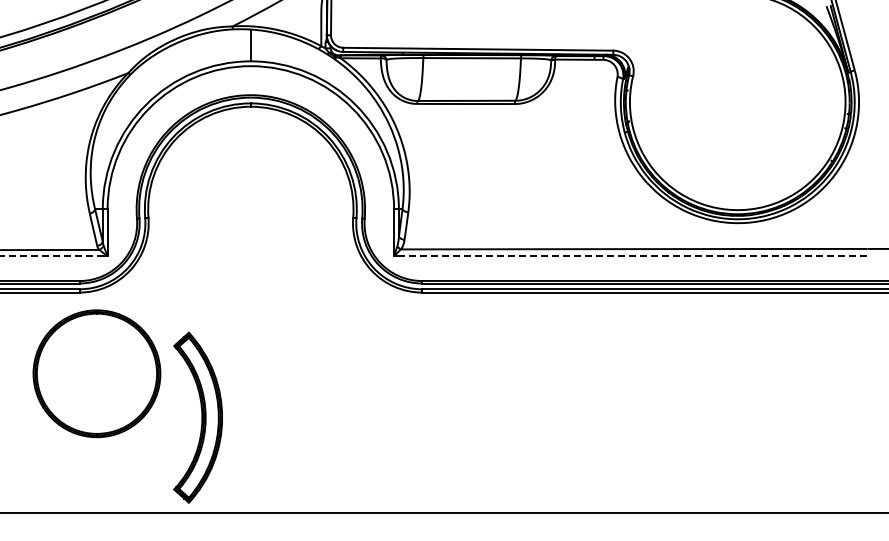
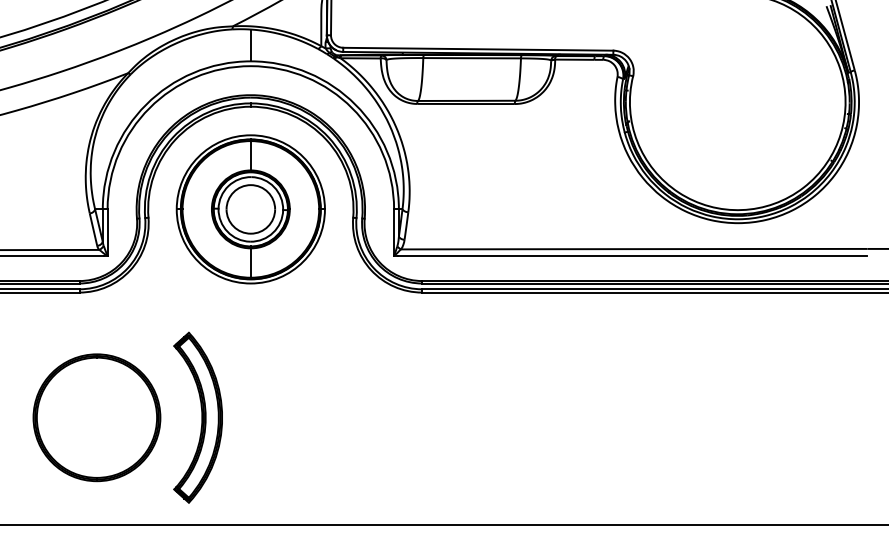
part at (250, 209): none -> present
line at (51, 255): dashed -> solid
line at (632, 255): dashed -> solid
part at (96, 373) position: (96, 373) -> (96, 417)
line at (443, 512) position: (443, 512) -> (443, 524)
